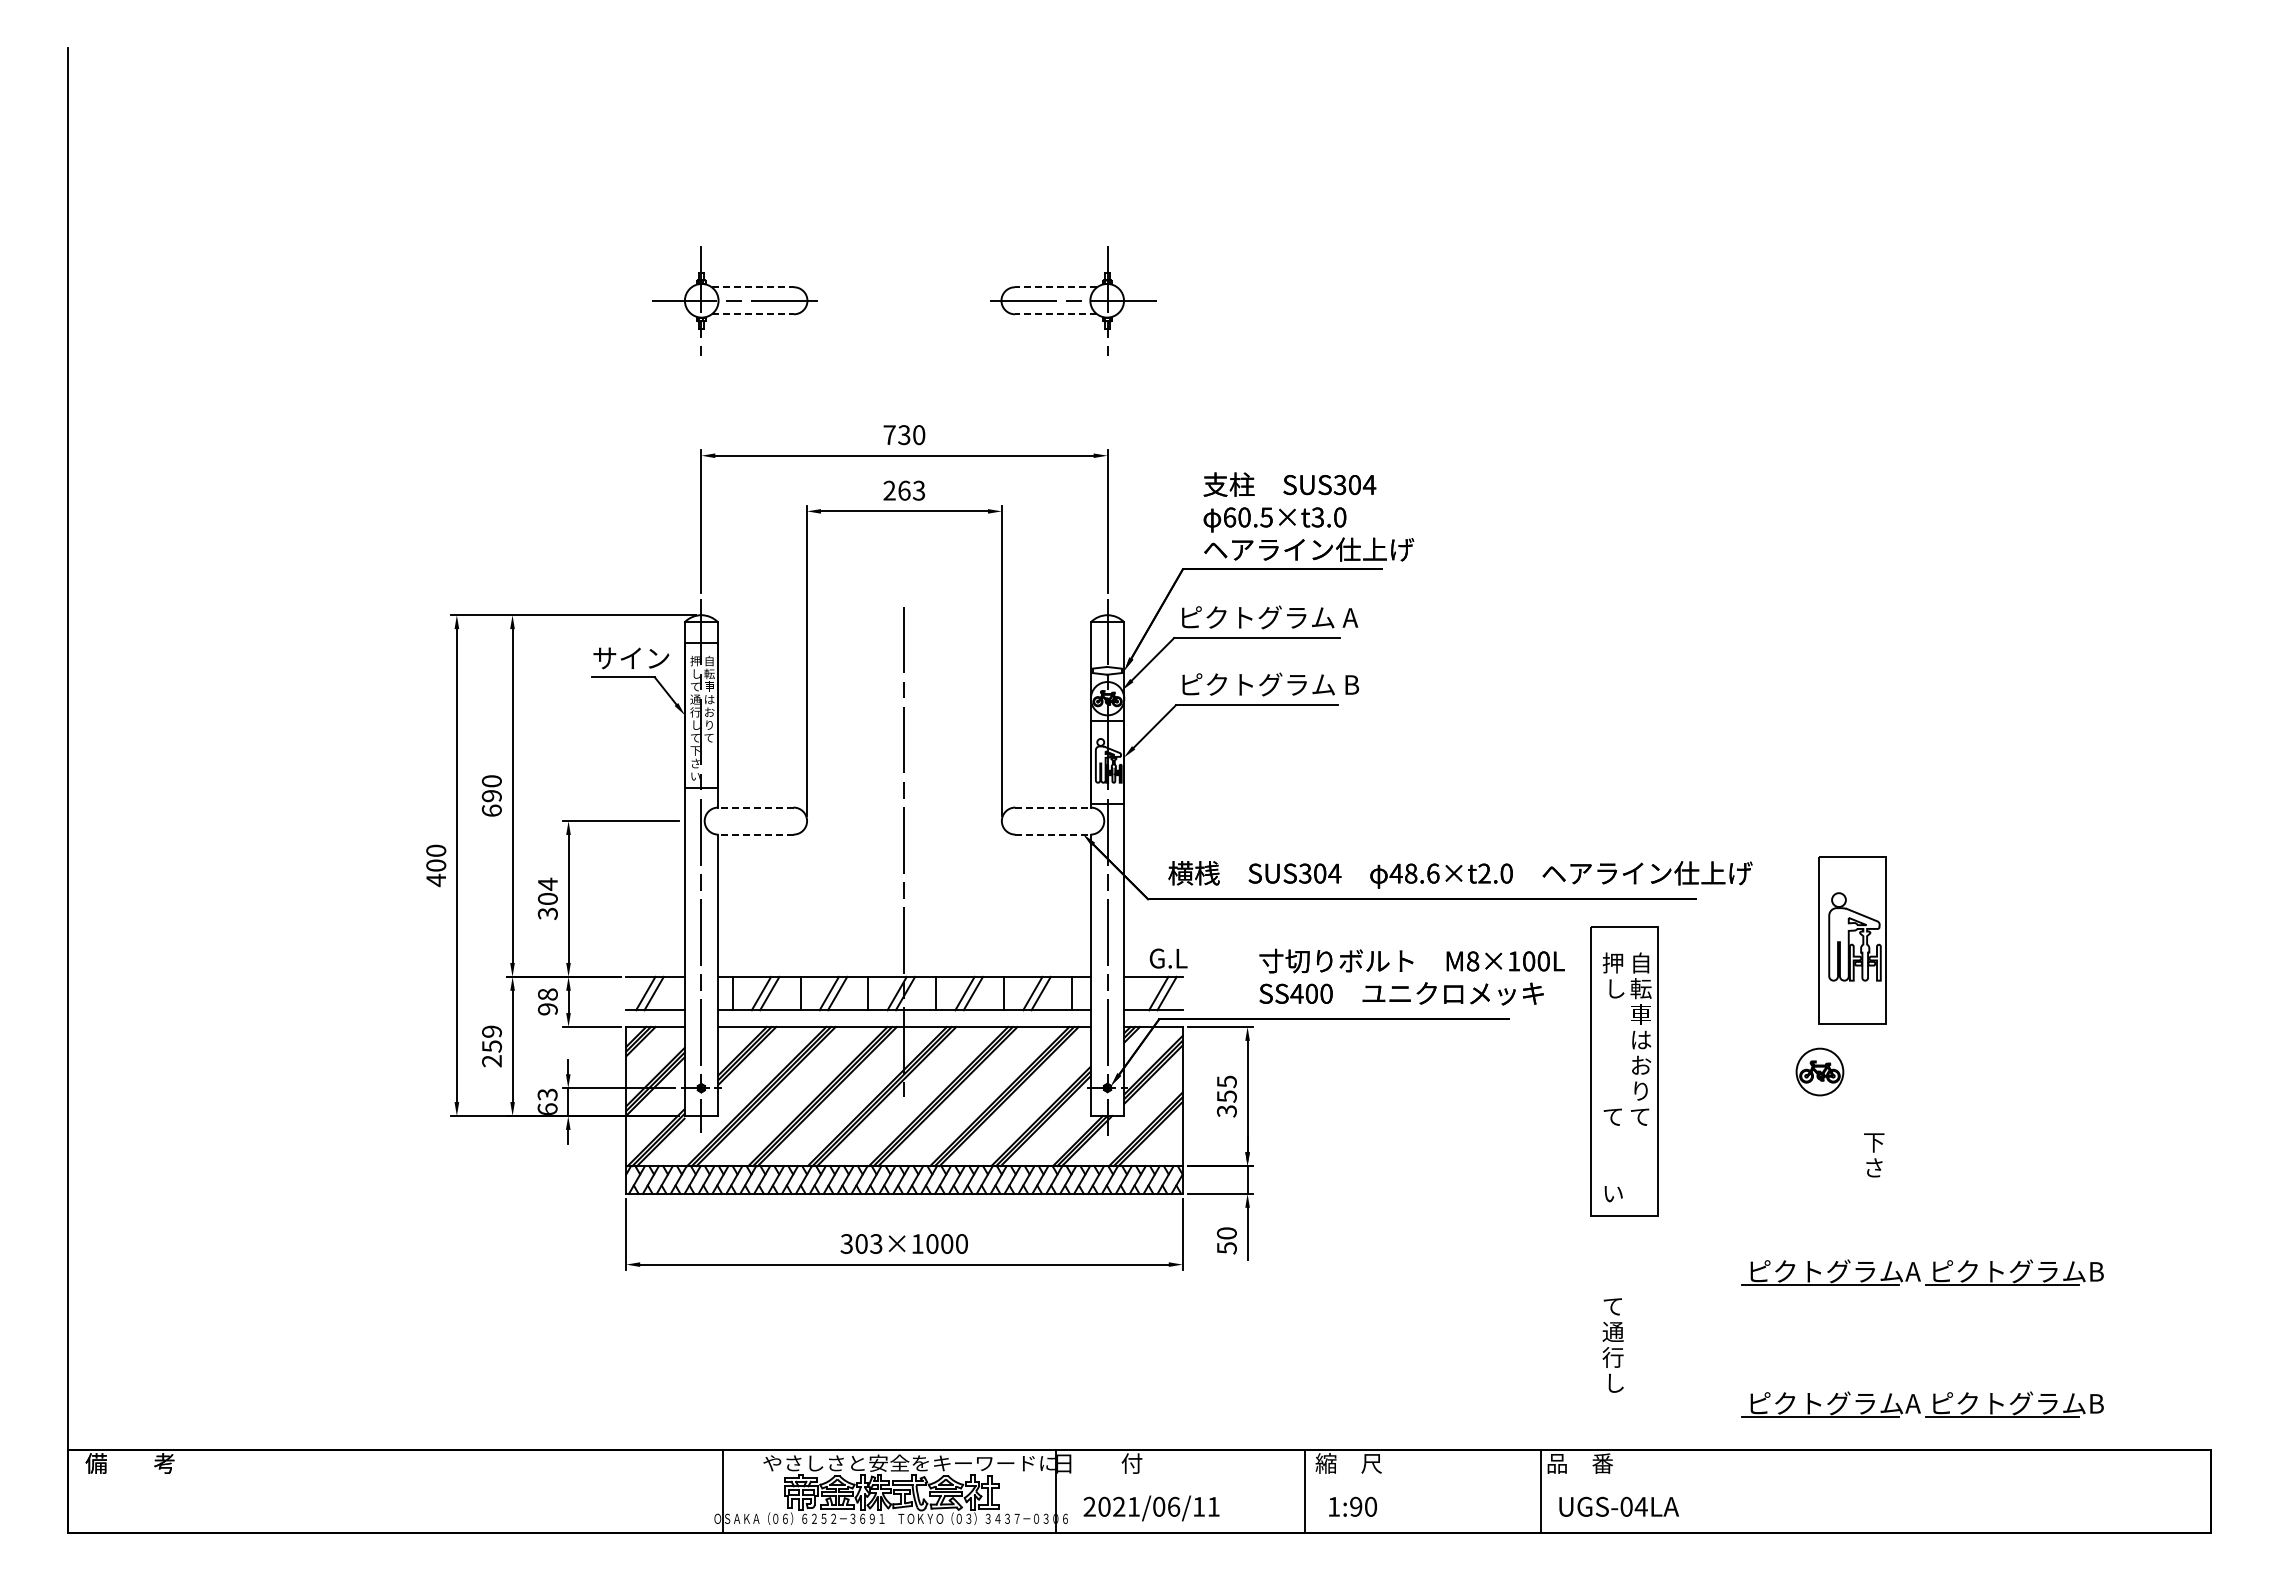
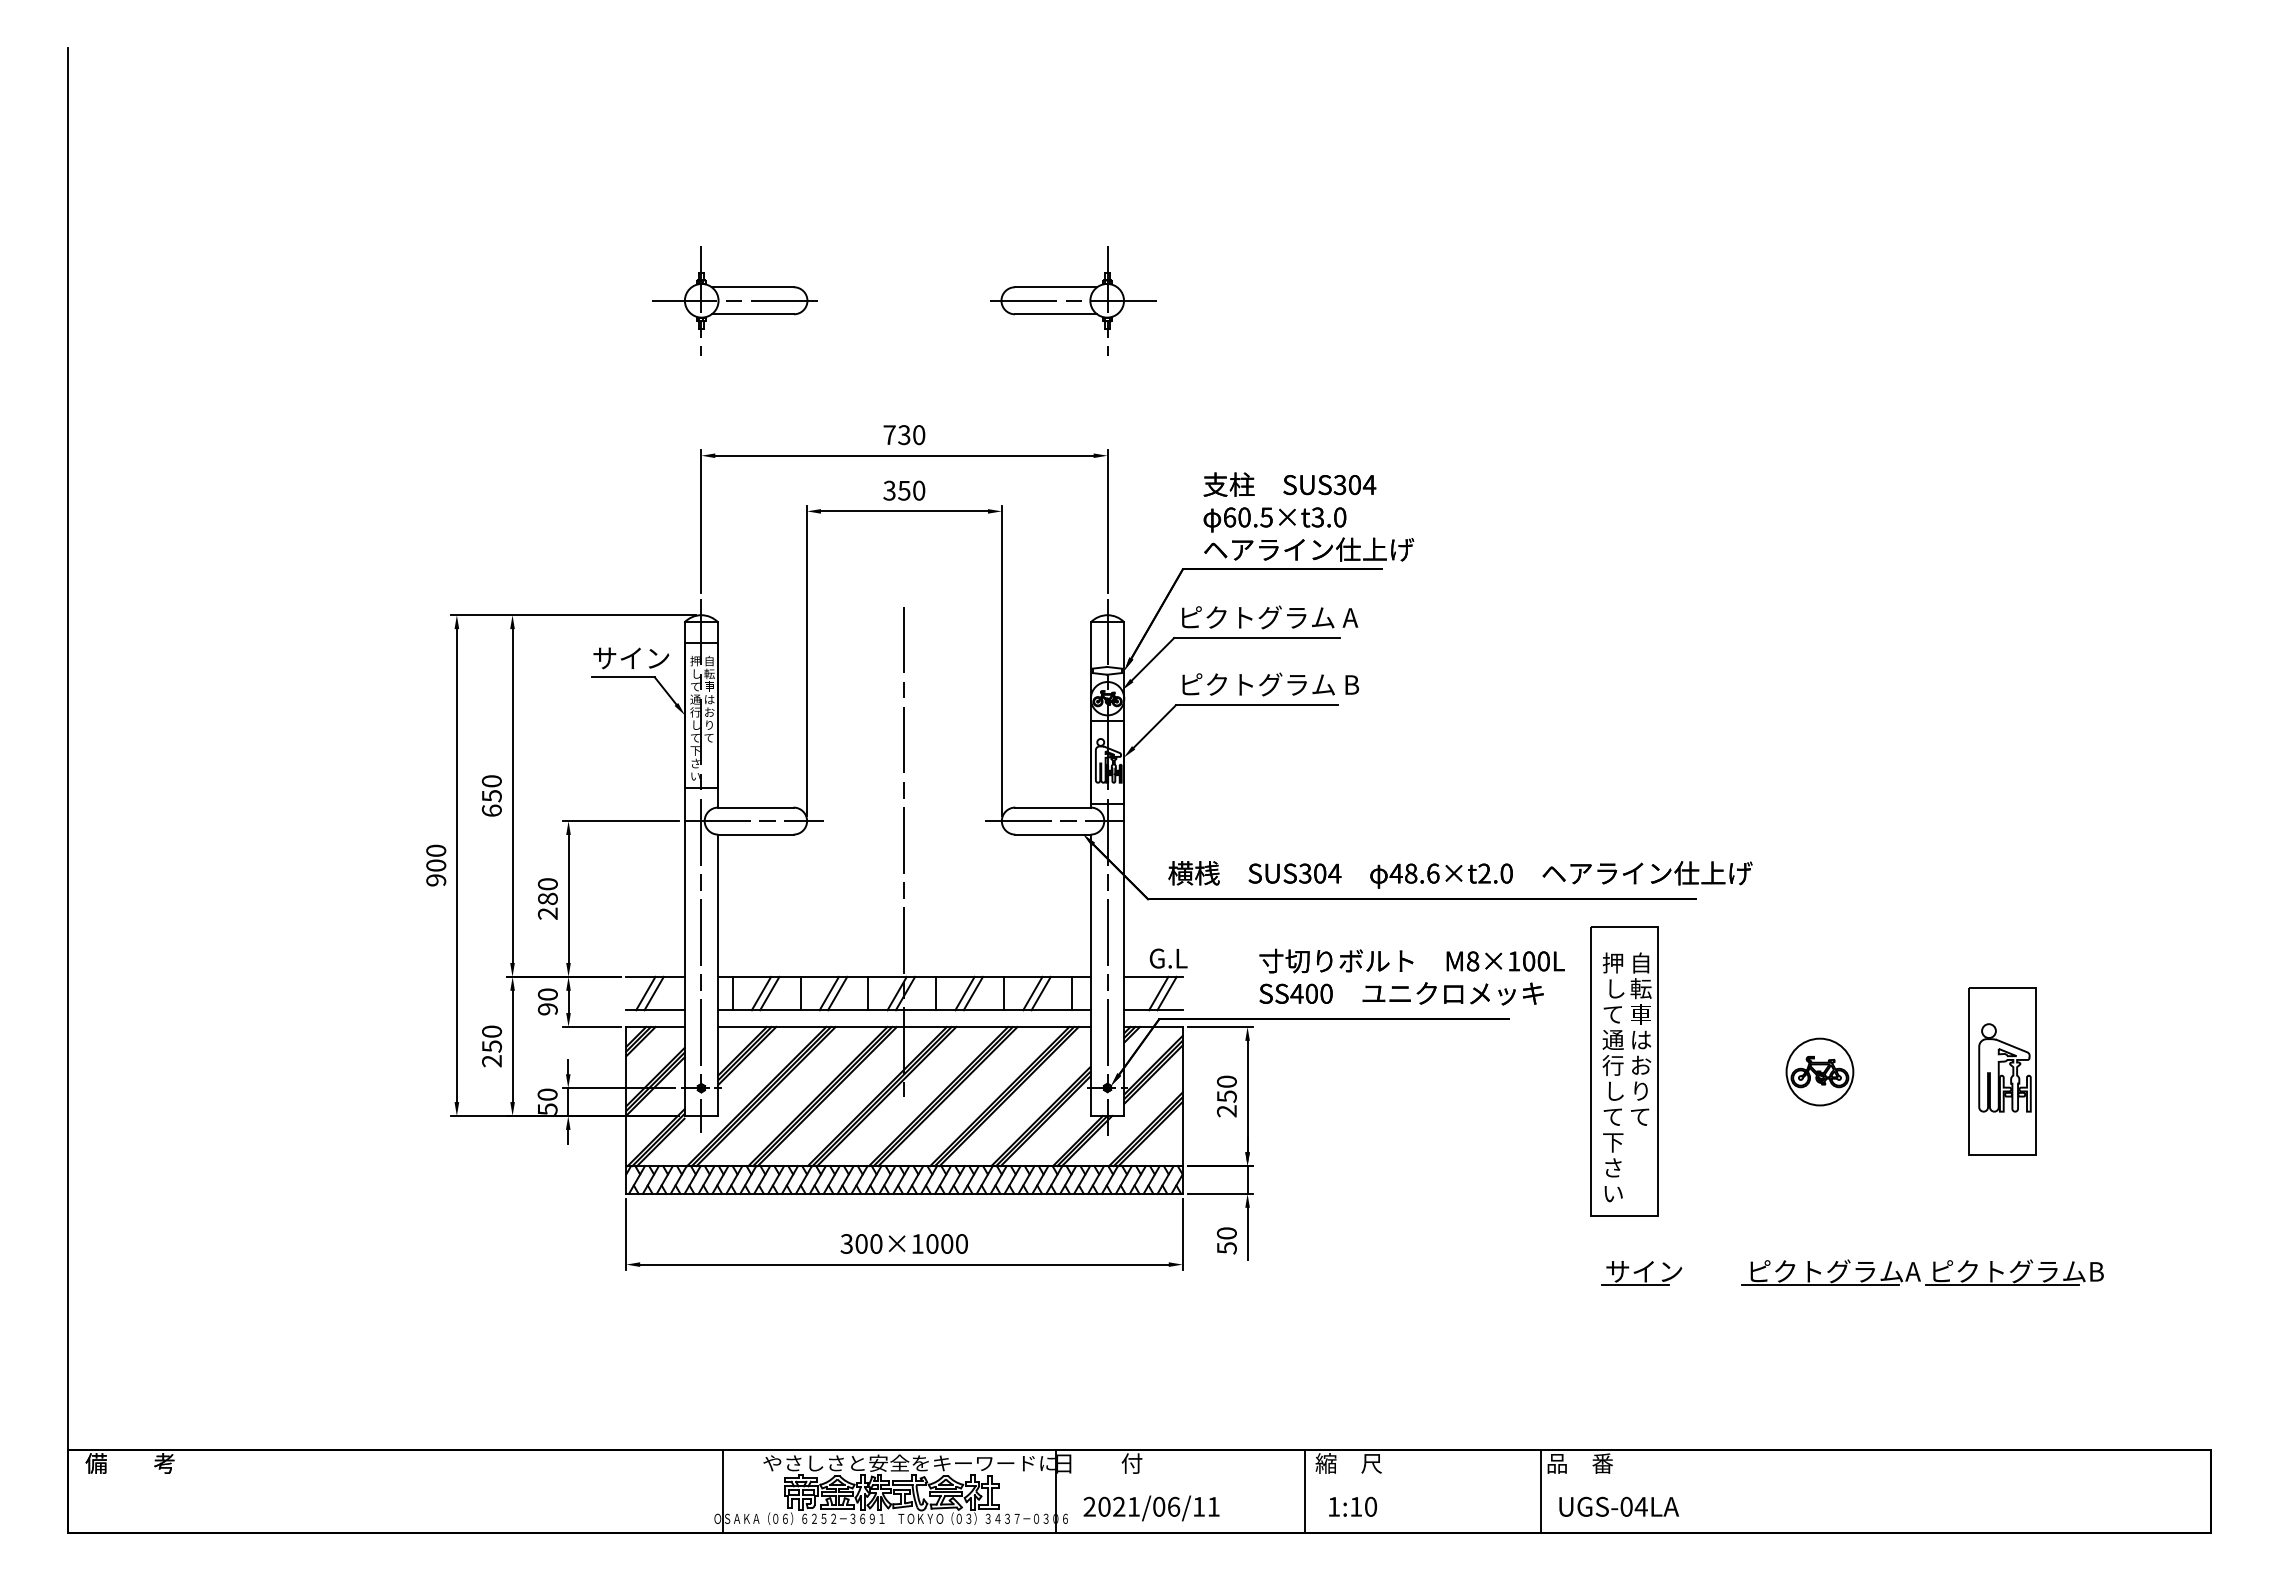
line at (753, 287): dashed -> solid
line at (1055, 287): dashed -> solid
line at (753, 314): dashed -> solid
line at (1055, 314): dashed -> solid
text at (904, 490): 263 -> 350
text at (491, 796): 690 -> 650
line at (755, 807): dashed -> solid
line at (1053, 807): dashed -> solid
line at (753, 821): none -> present
line at (1054, 821): none -> present
line at (755, 834): dashed -> solid
line at (1053, 834): dashed -> solid
text at (436, 880): 400 -> 900
text at (547, 898): 304 -> 280
part at (1852, 940) position: (1852, 940) -> (2002, 1071)
text at (547, 994): 98 -> 90
text at (491, 1031): 259 -> 250
part at (1819, 1071) size: 50x50 px -> 70x70 px
text at (1226, 1096): 355 -> 250
text at (547, 1101): 63 -> 50
text at (1874, 1155) position: (1874, 1155) -> (1613, 1155)
text at (876, 1243): 303×1000 -> 300×1000
part at (1641, 1273): none -> present
text at (1612, 1345) position: (1612, 1345) -> (1612, 1053)
part at (1922, 1404): present -> none
text at (1356, 1506): 1:90 -> 1:10
